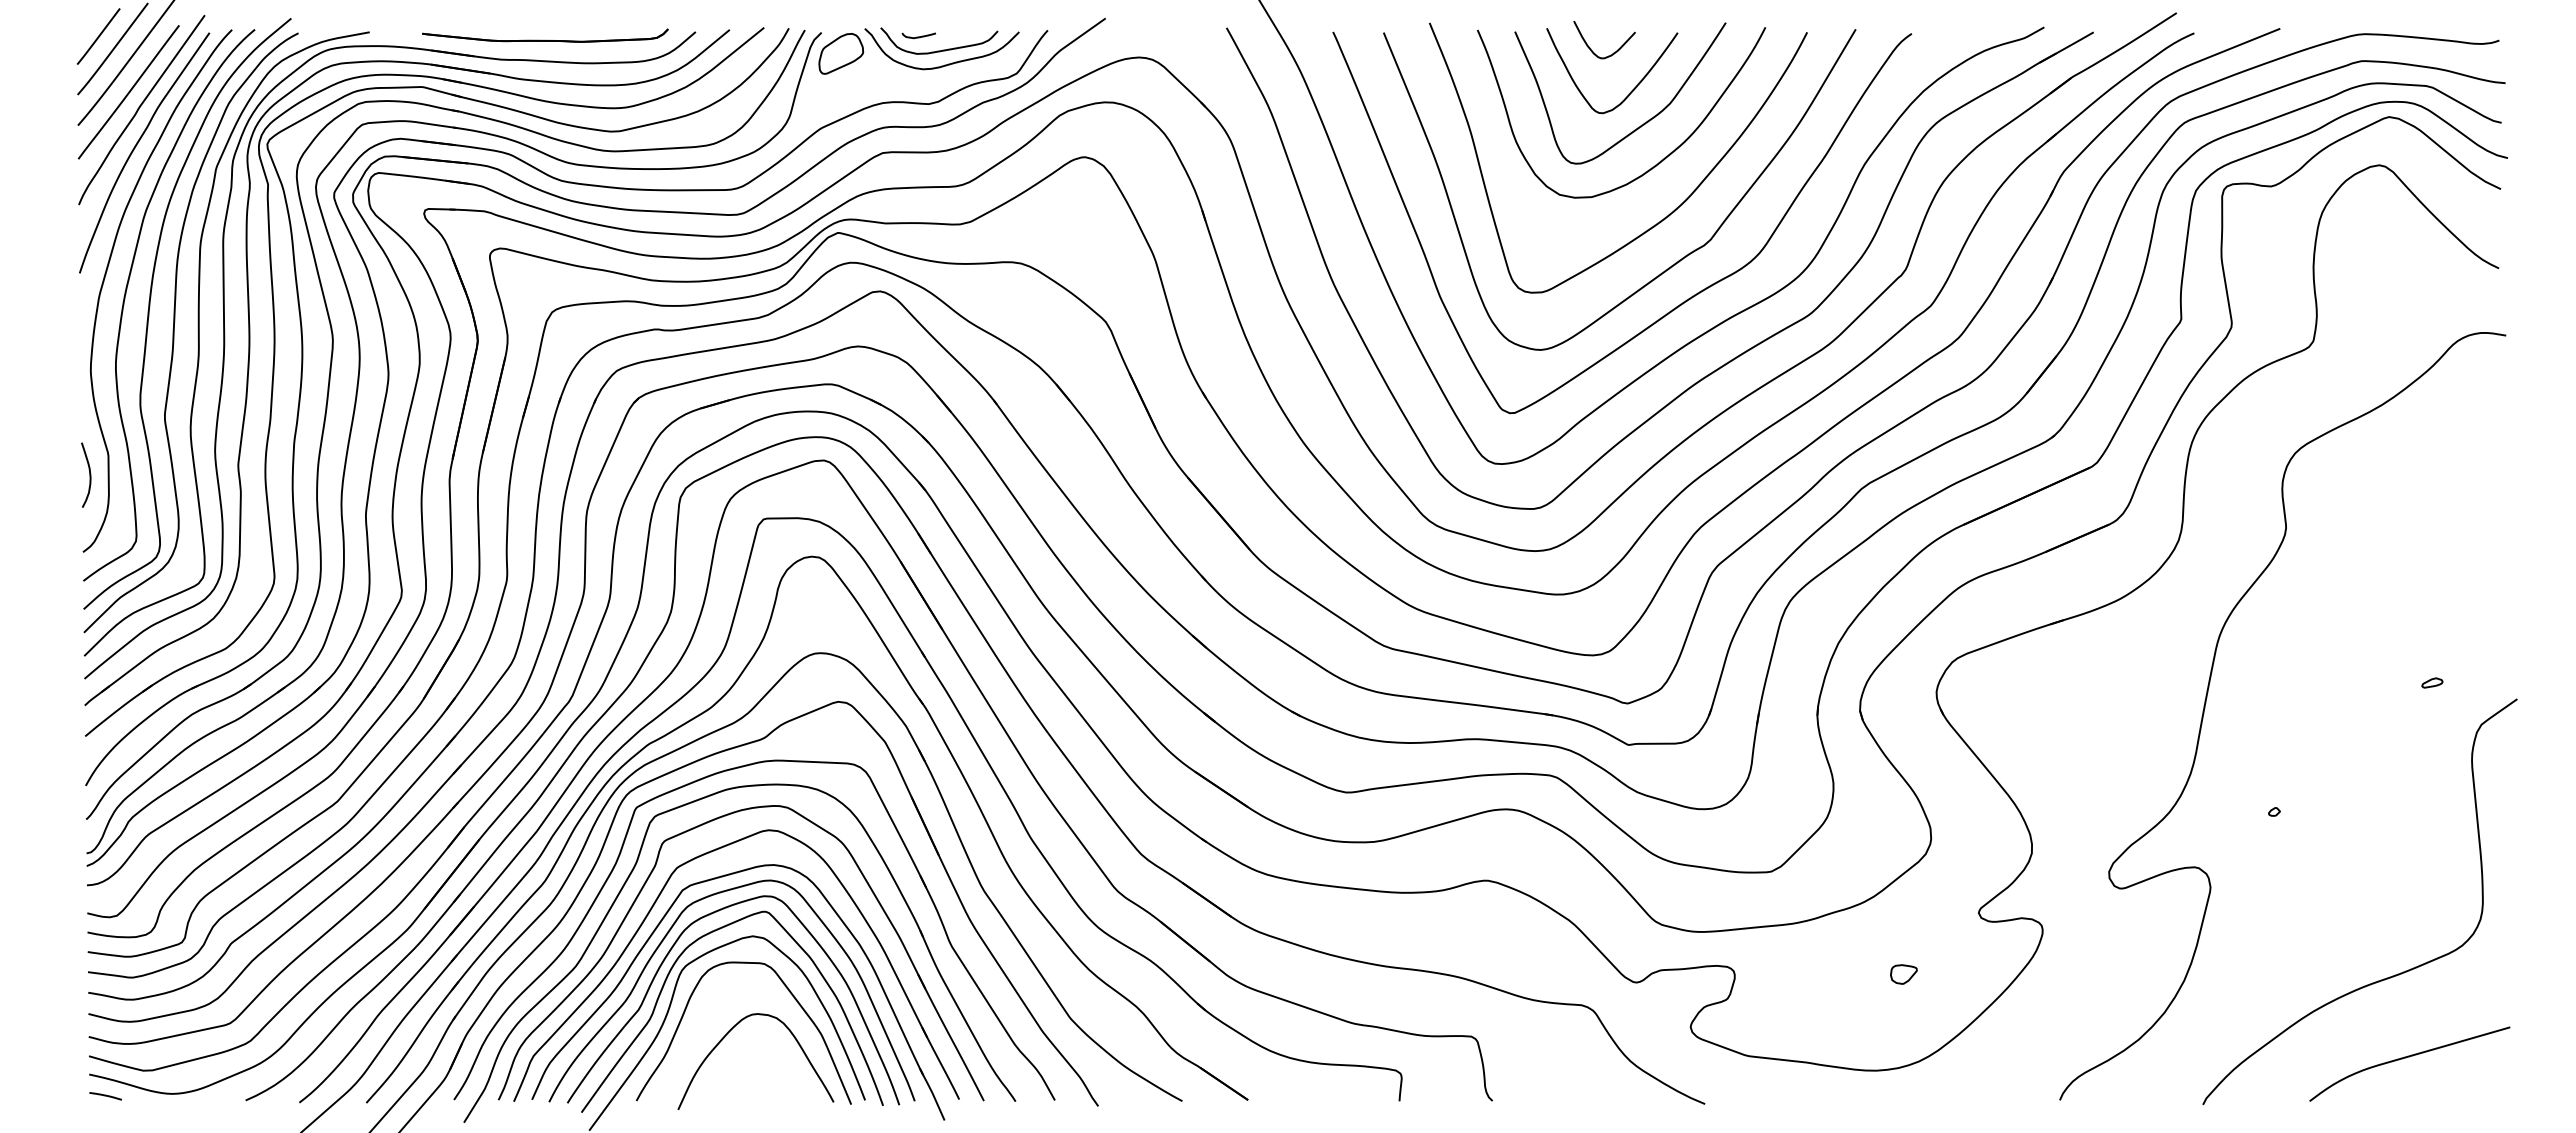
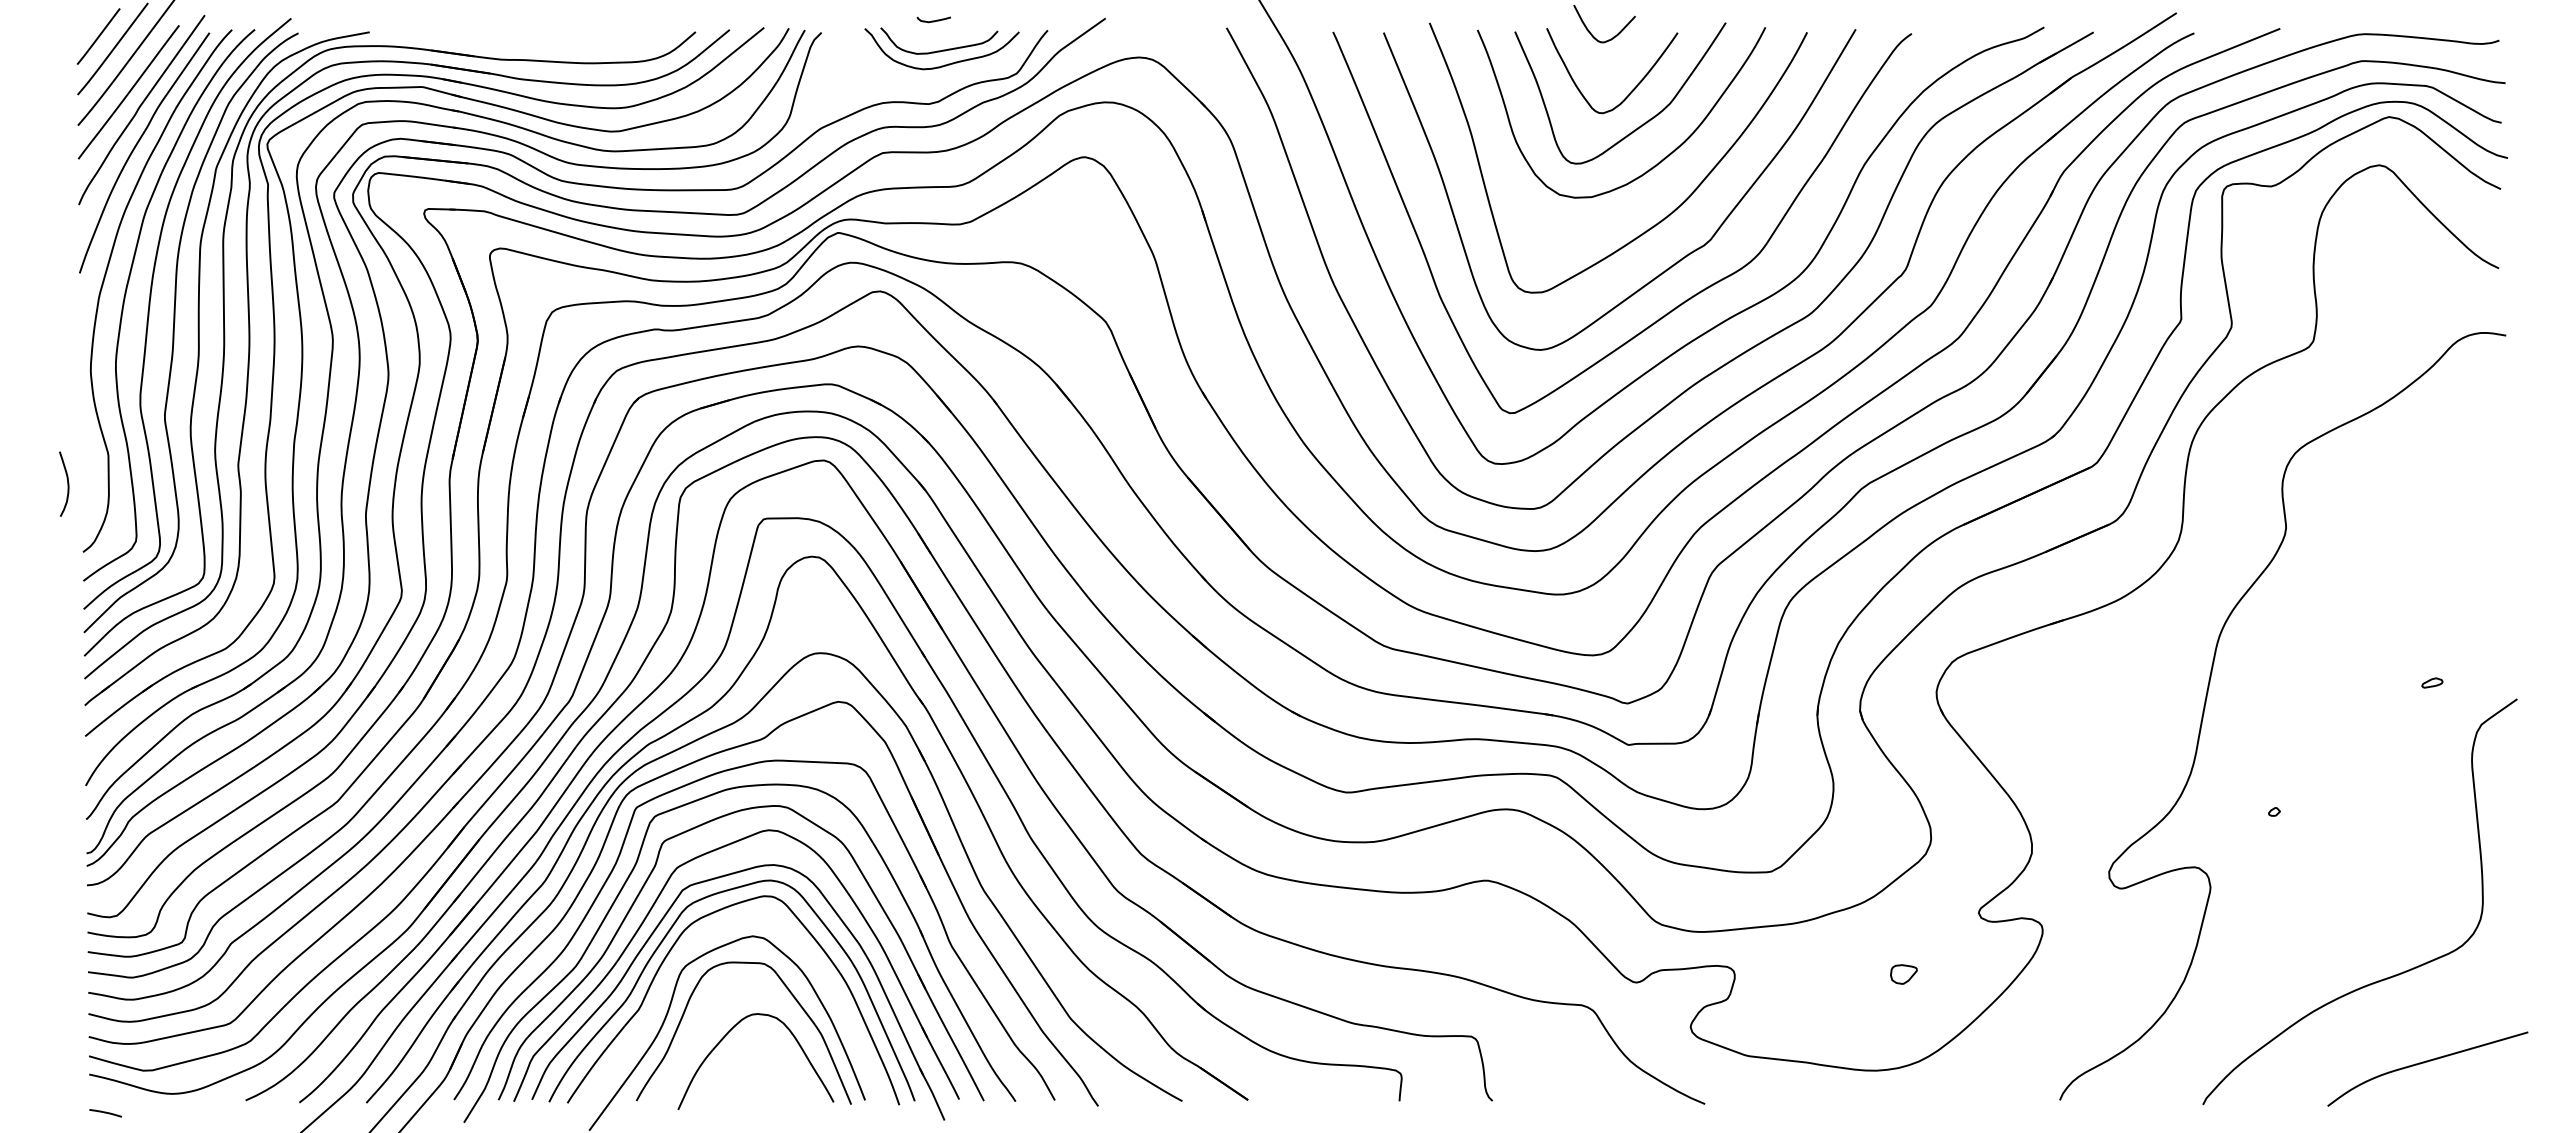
part at (545, 35): present -> none
curve at (918, 36) position: (918, 36) -> (933, 20)
curve at (1613, 52) position: (1613, 52) -> (1613, 36)
part at (840, 53): present -> none
curve at (89, 474) position: (89, 474) -> (67, 483)
curve at (667, 979): present -> none
curve at (2406, 1058) position: (2406, 1058) -> (2424, 1063)
line at (105, 1096) position: (105, 1096) -> (105, 1113)
